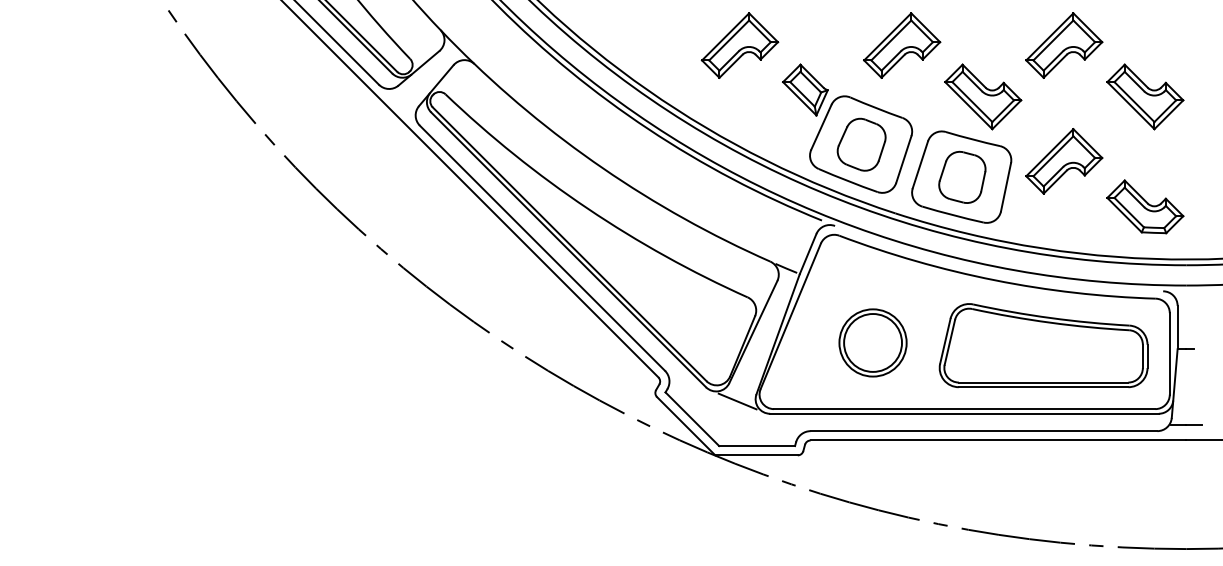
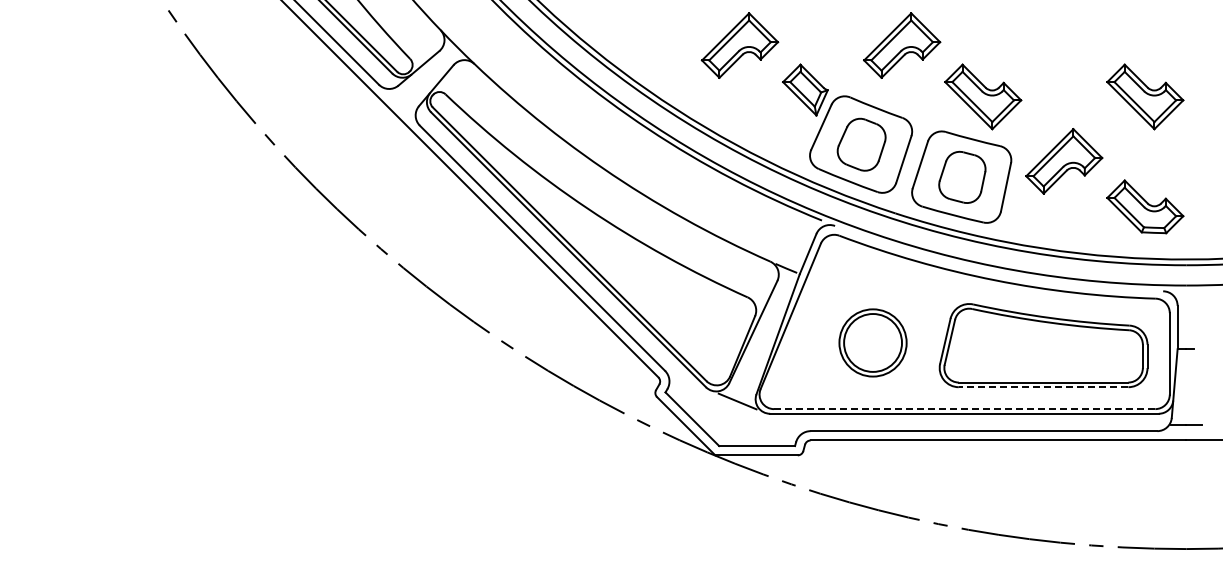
part at (1064, 45): present -> none
line at (1043, 387): solid -> dashed
line at (964, 409): solid -> dashed
